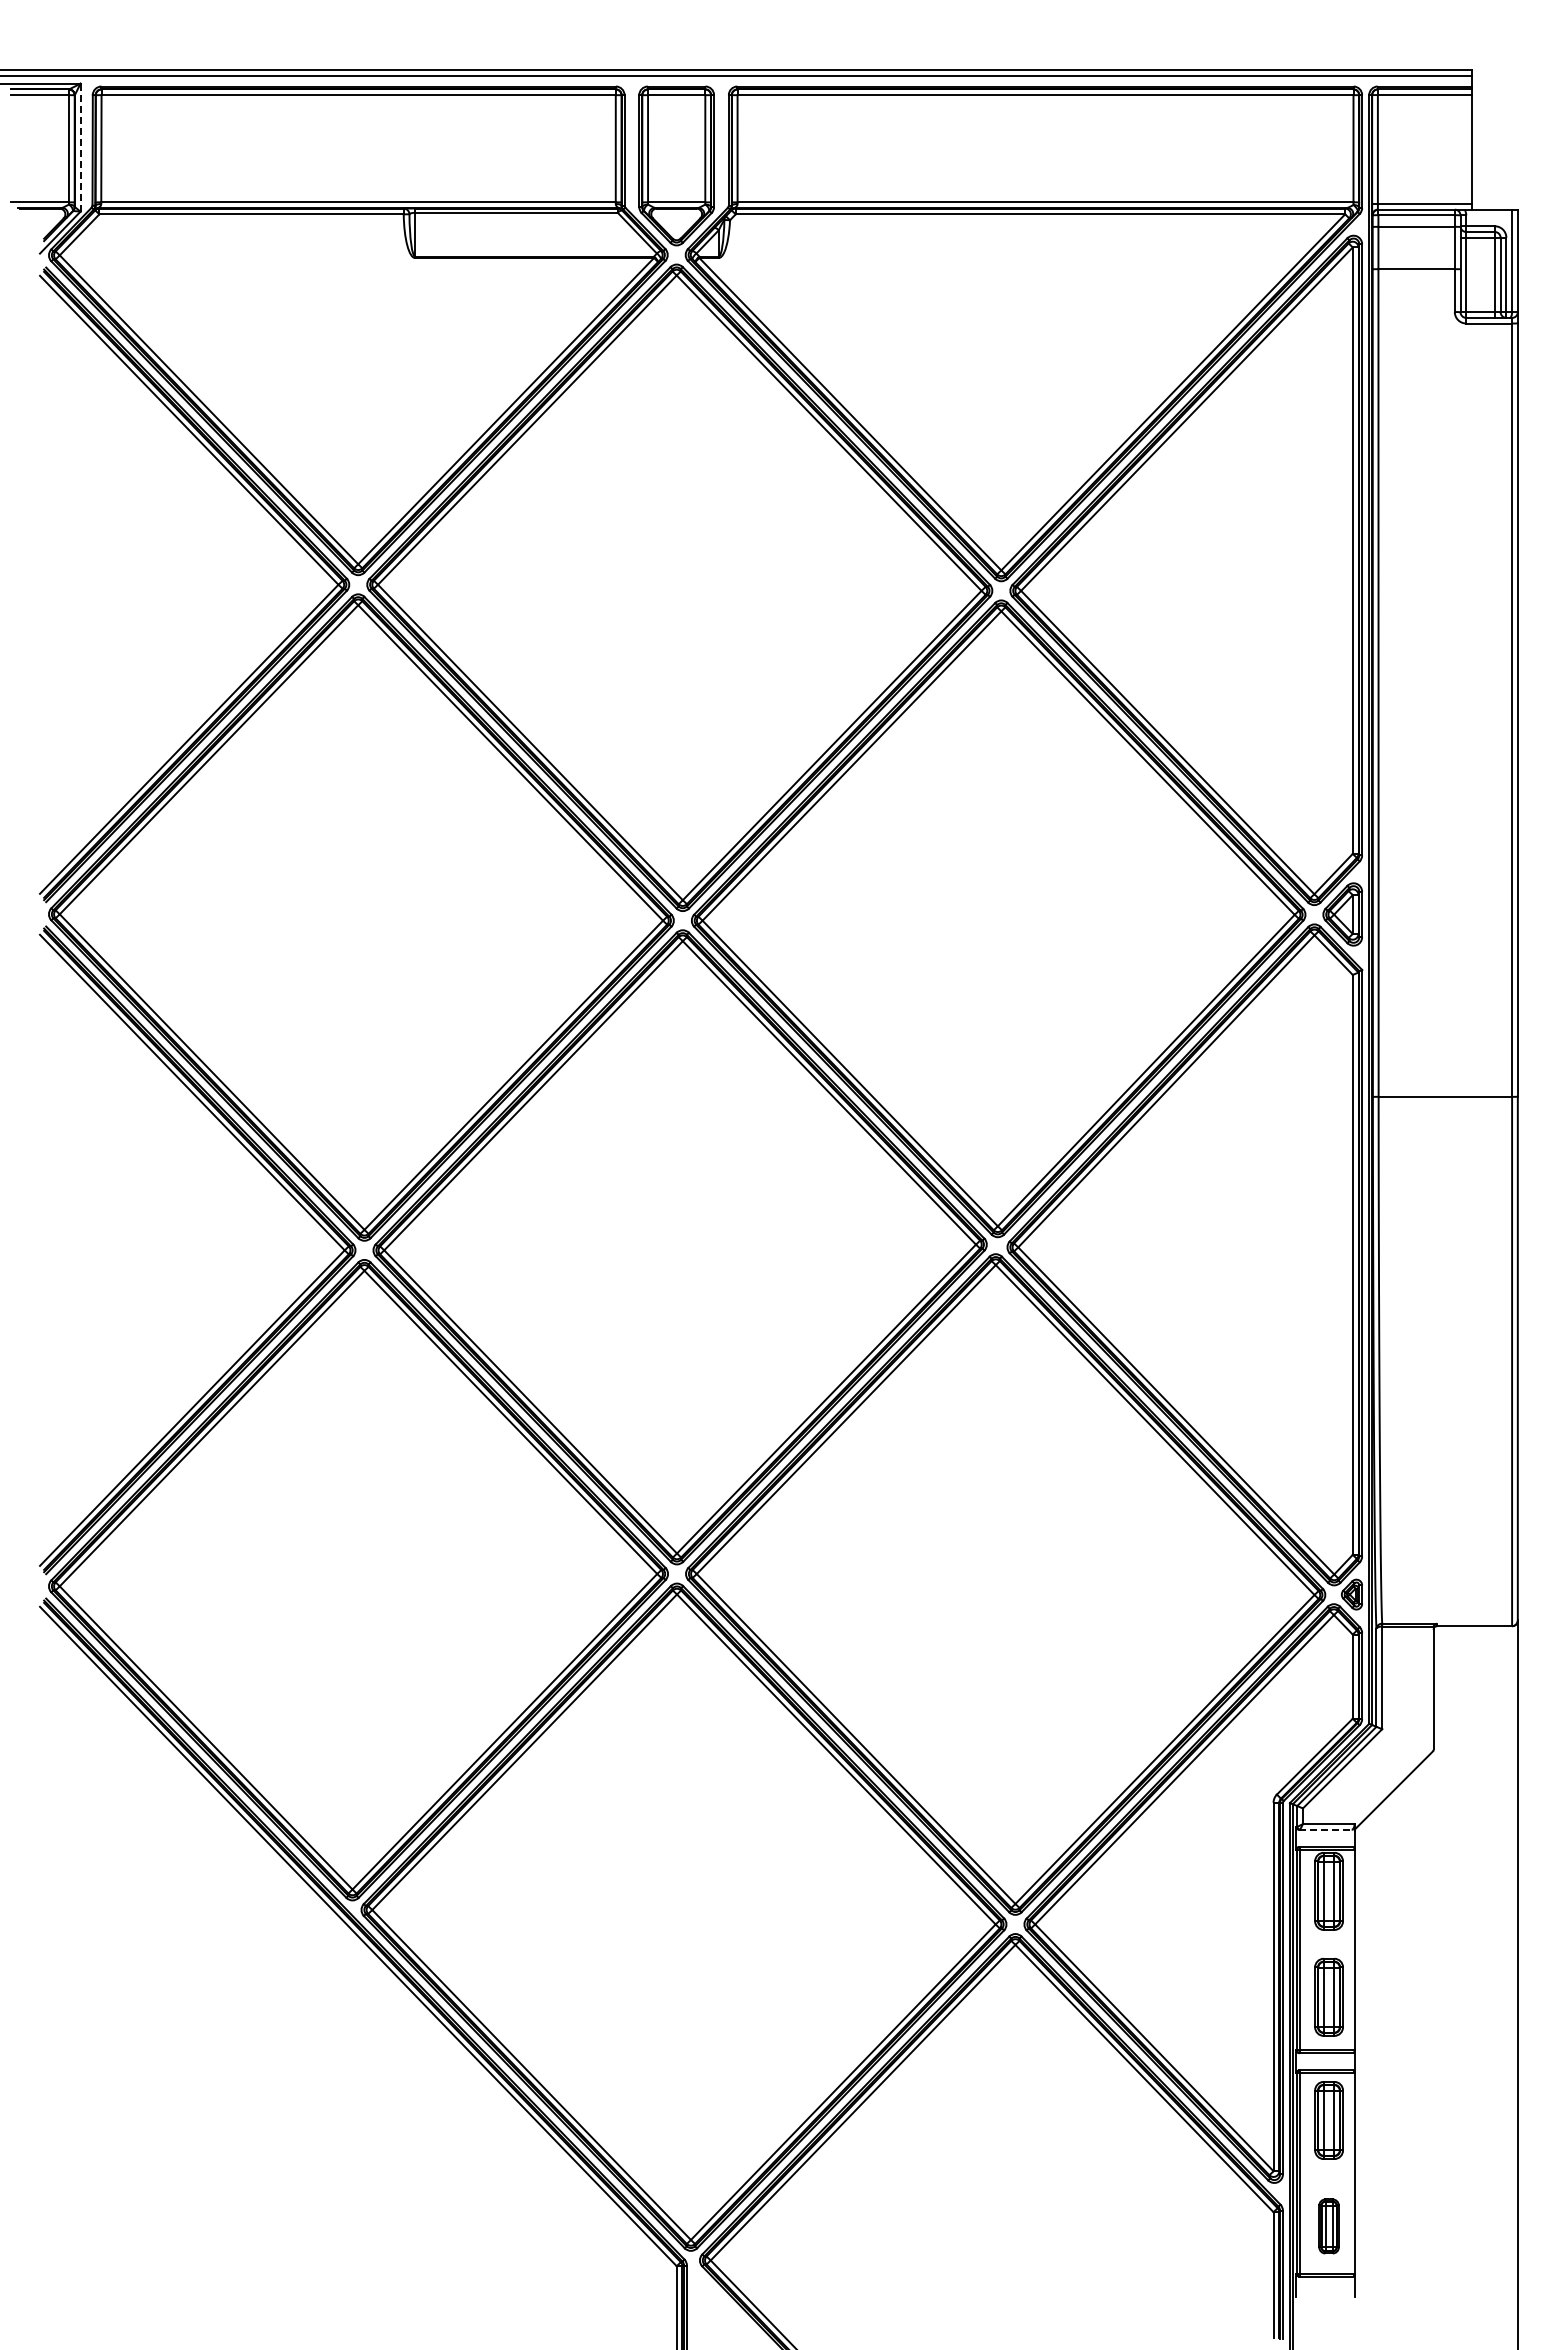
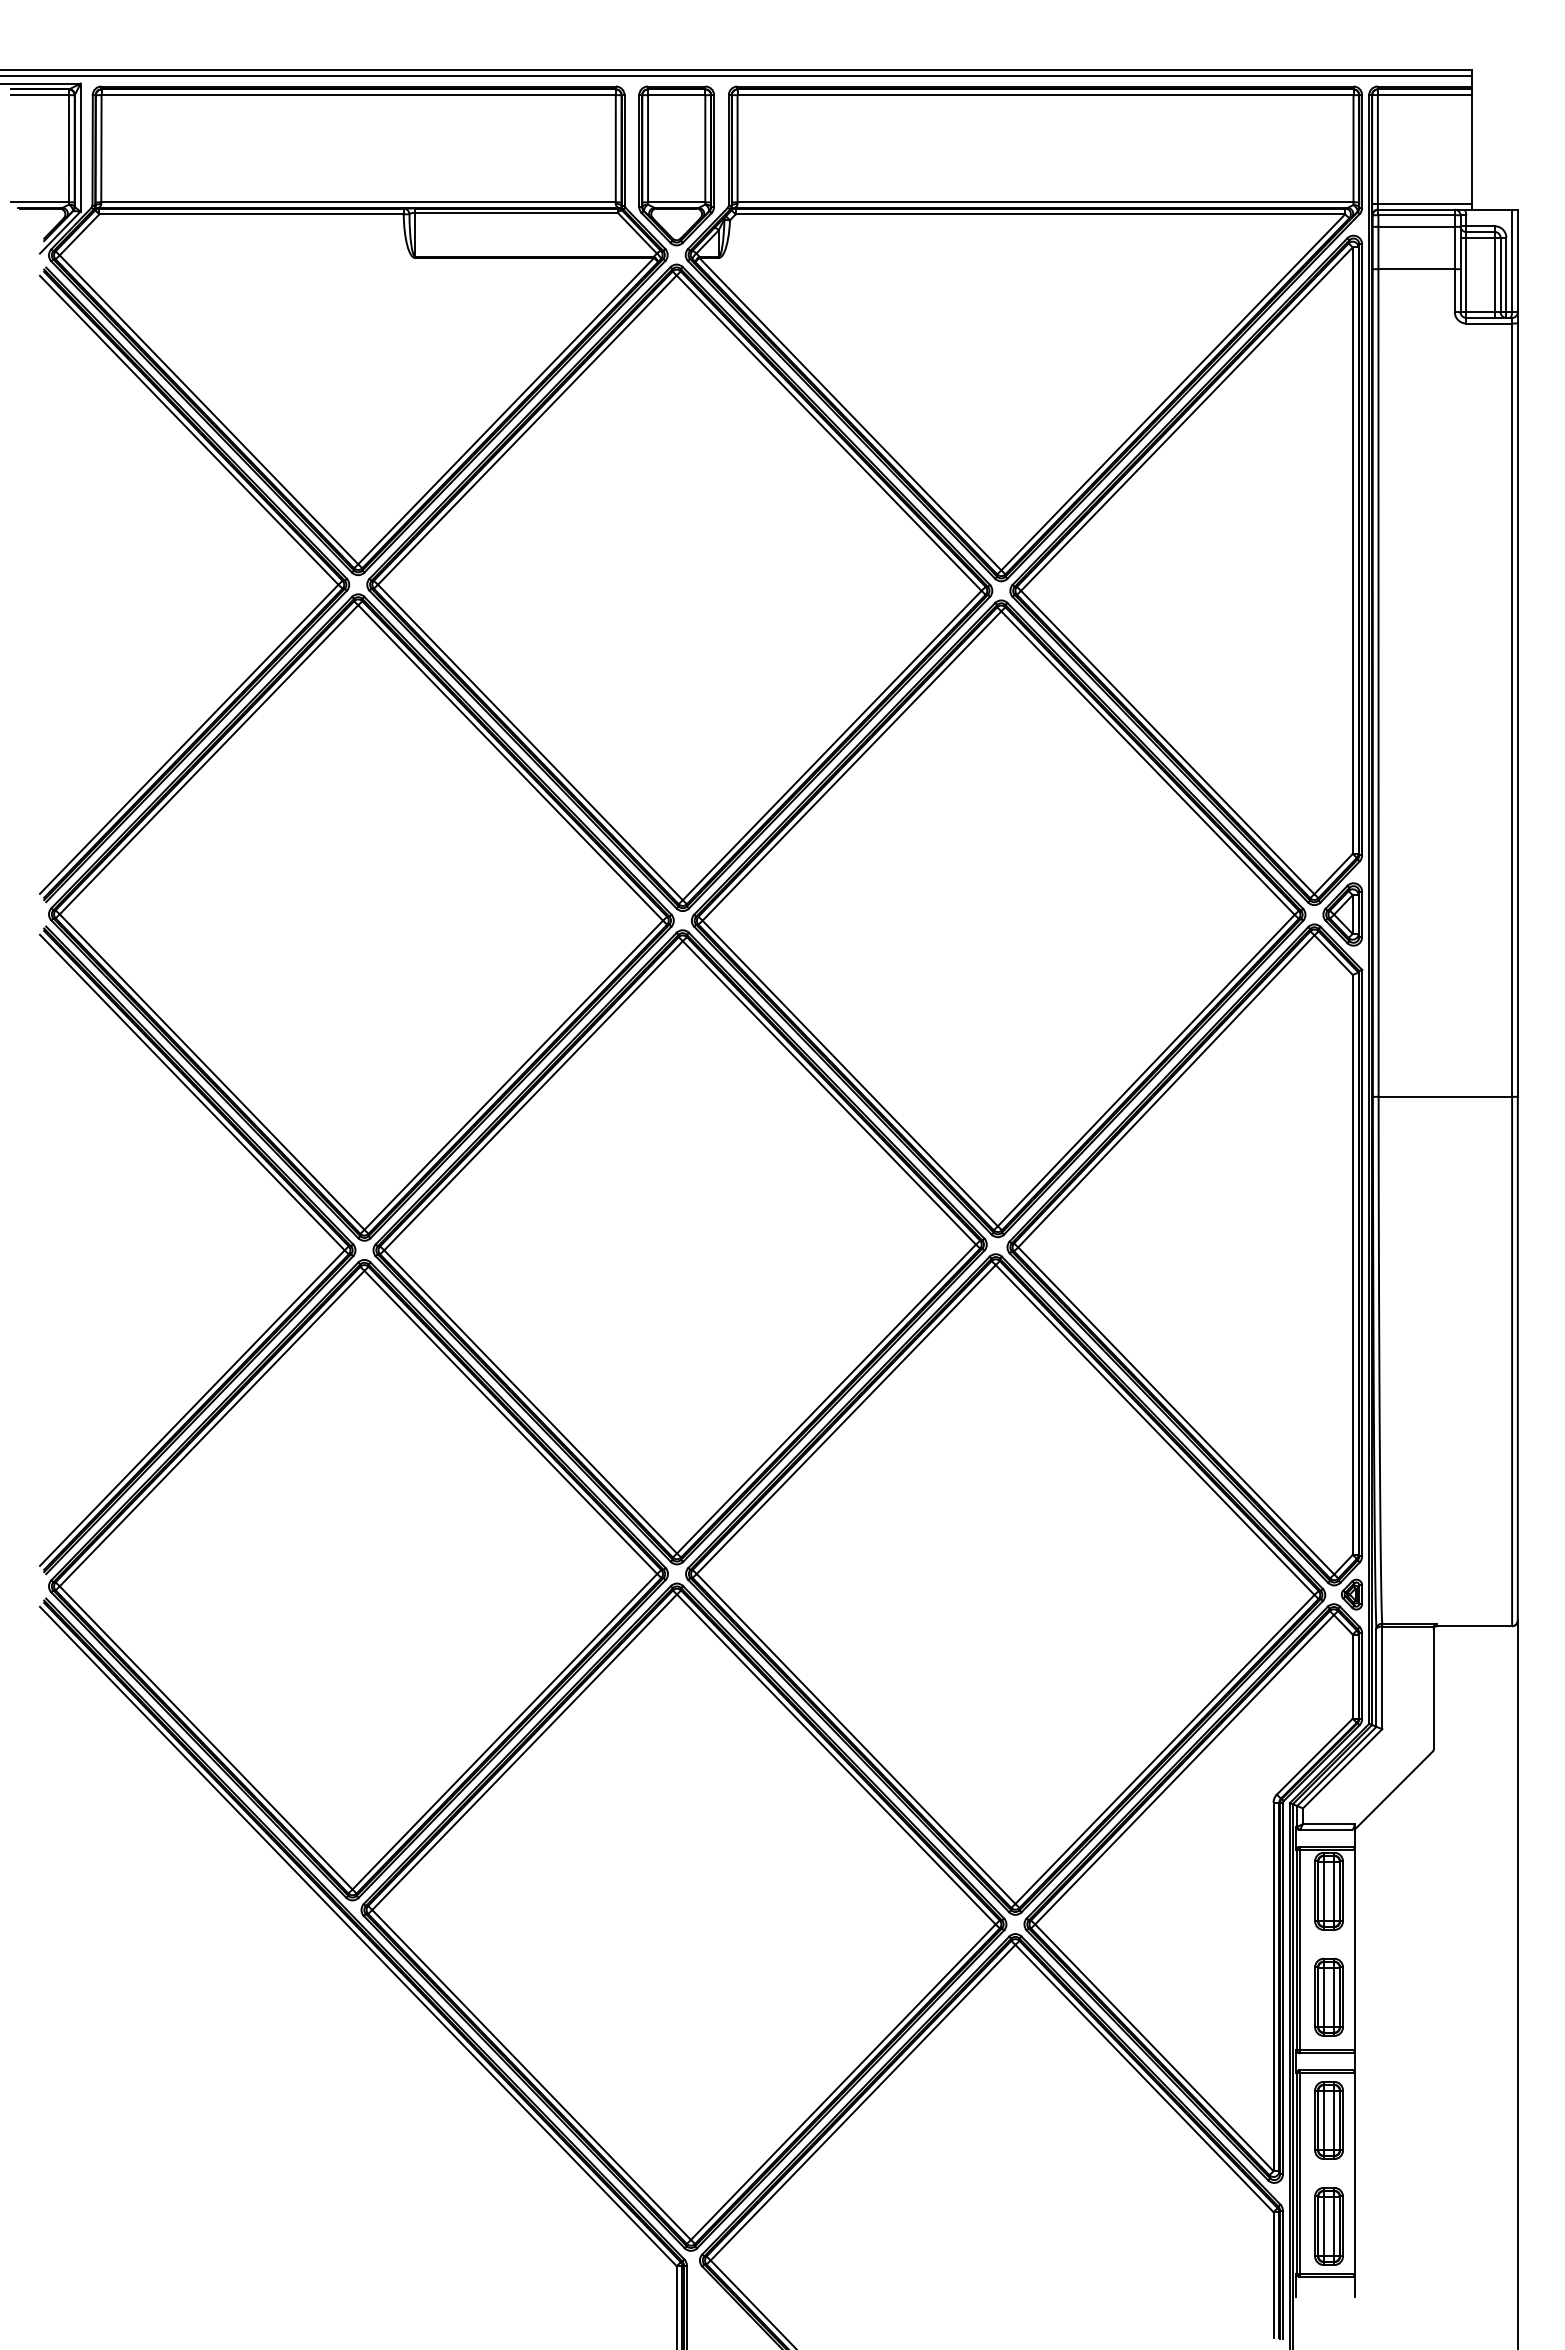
line at (80, 147): dashed -> solid
line at (1325, 1829): dashed -> solid
part at (1328, 2226) size: 22x57 px -> 30x79 px
